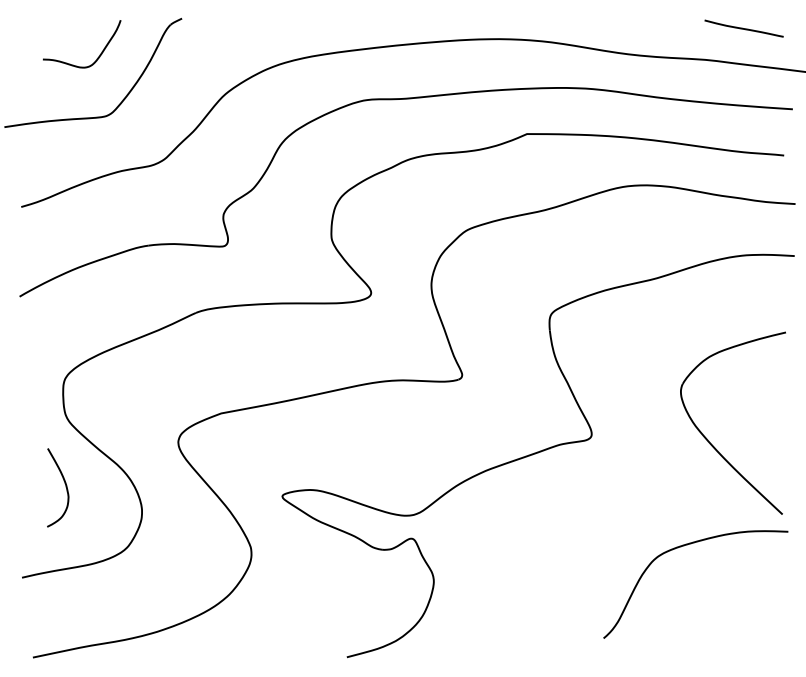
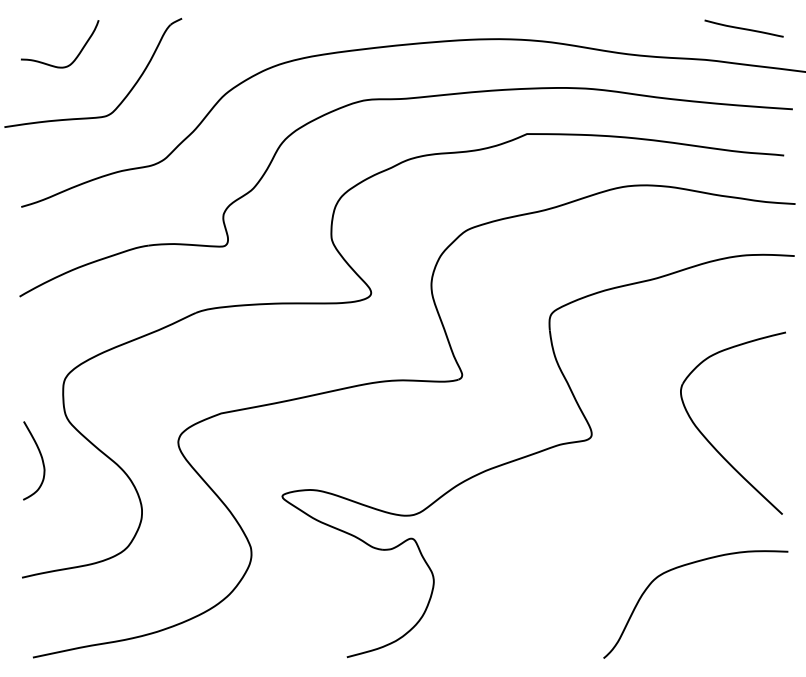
curve at (99, 54) position: (99, 54) -> (77, 54)
curve at (65, 487) position: (65, 487) -> (41, 460)
curve at (684, 546) position: (684, 546) -> (684, 566)
